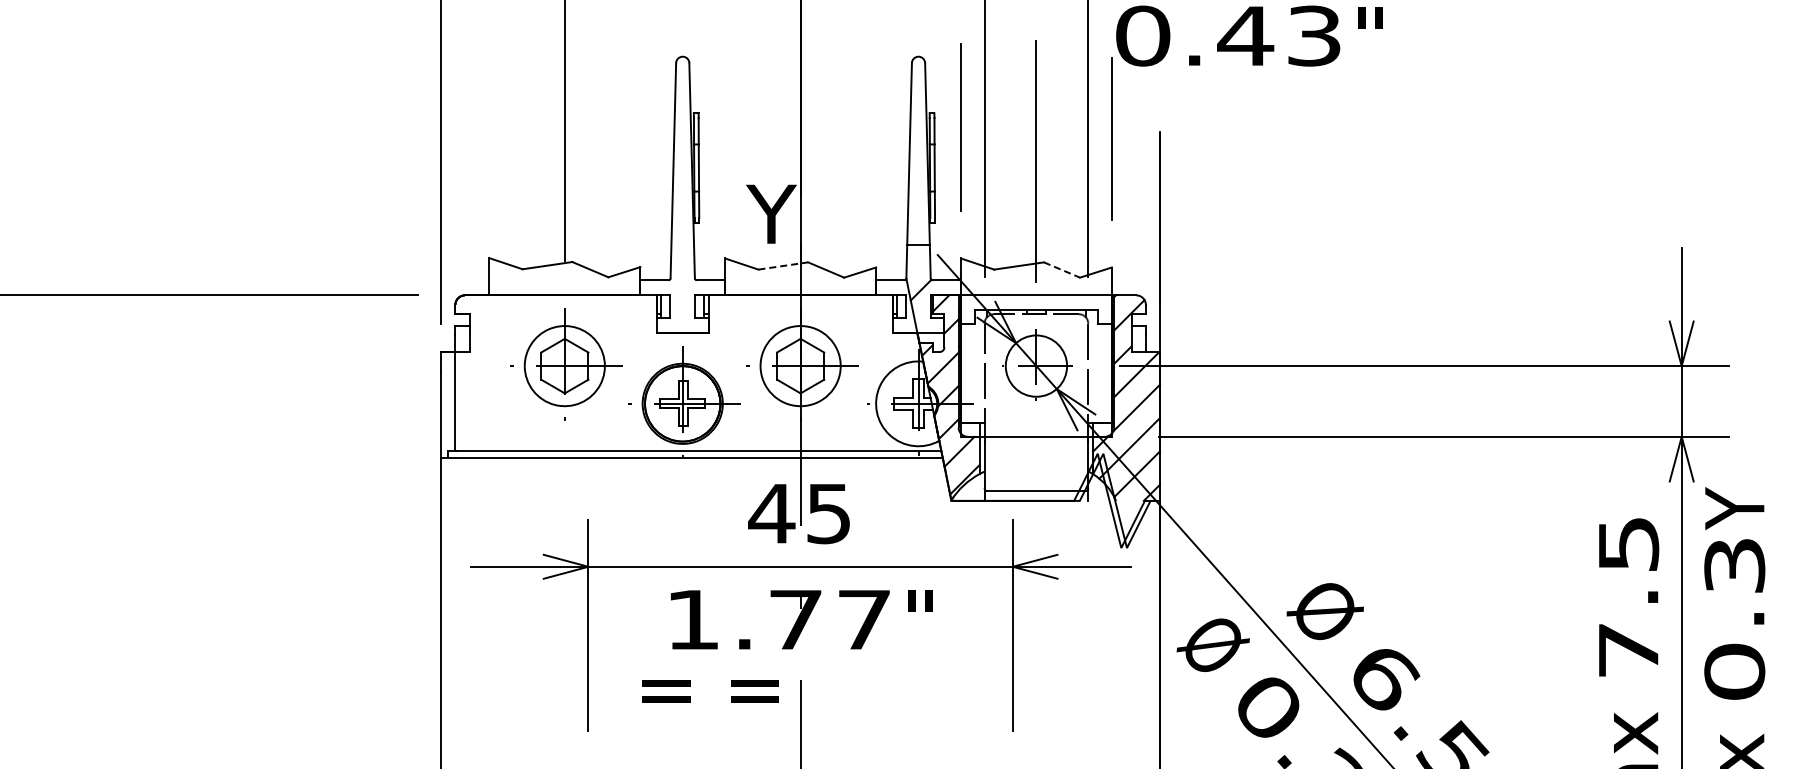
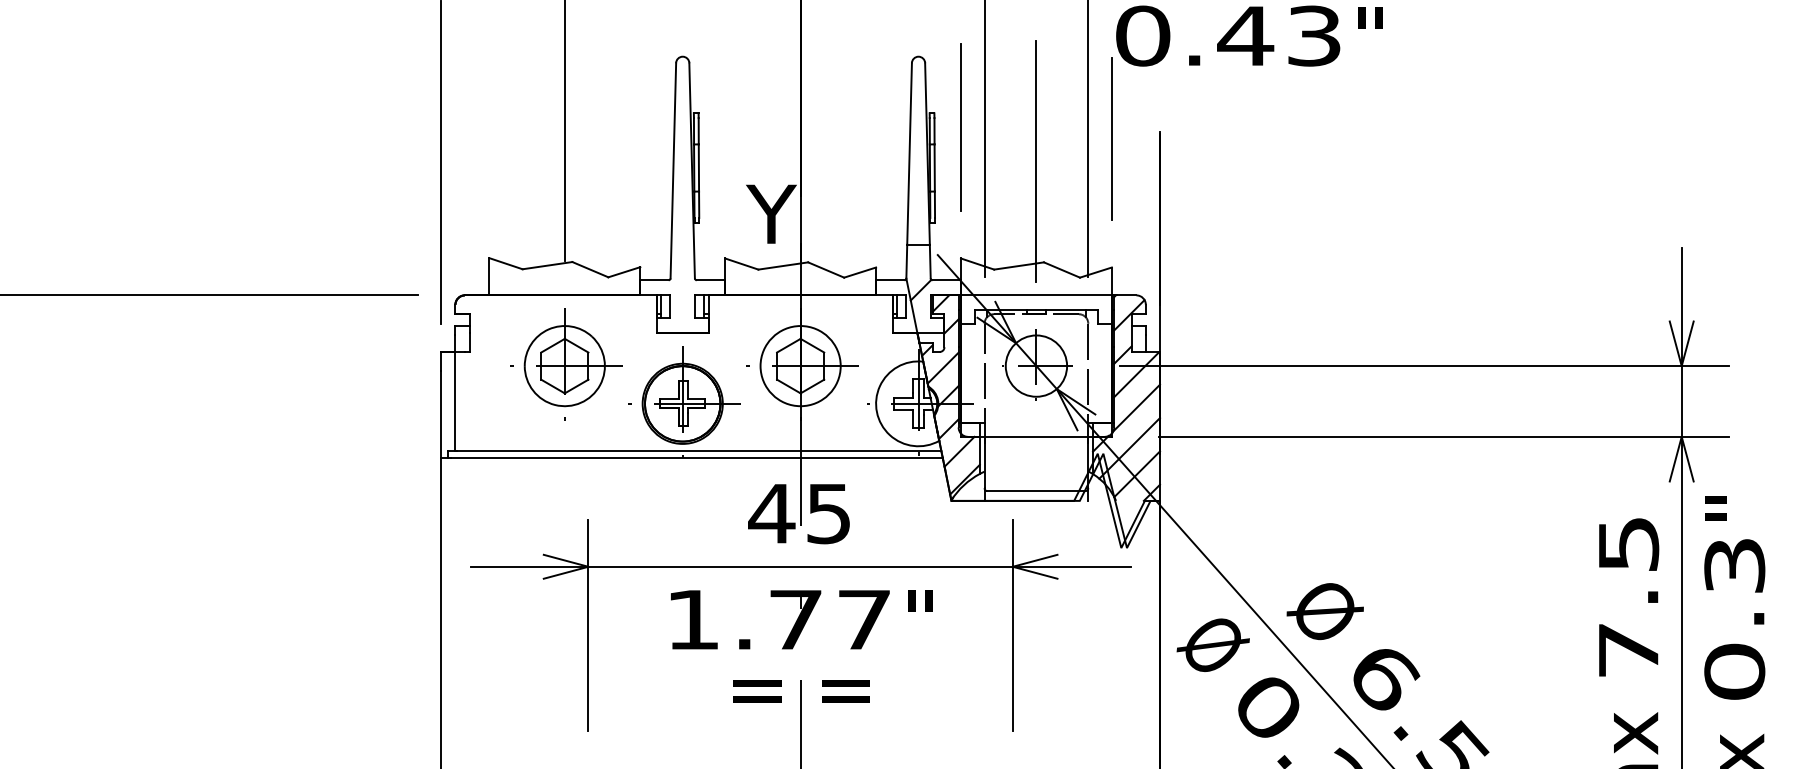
line at (783, 265): dashed -> solid
line at (1061, 270): dashed -> solid
text at (1734, 508): Y -> "
text at (710, 691) position: (710, 691) -> (801, 691)
